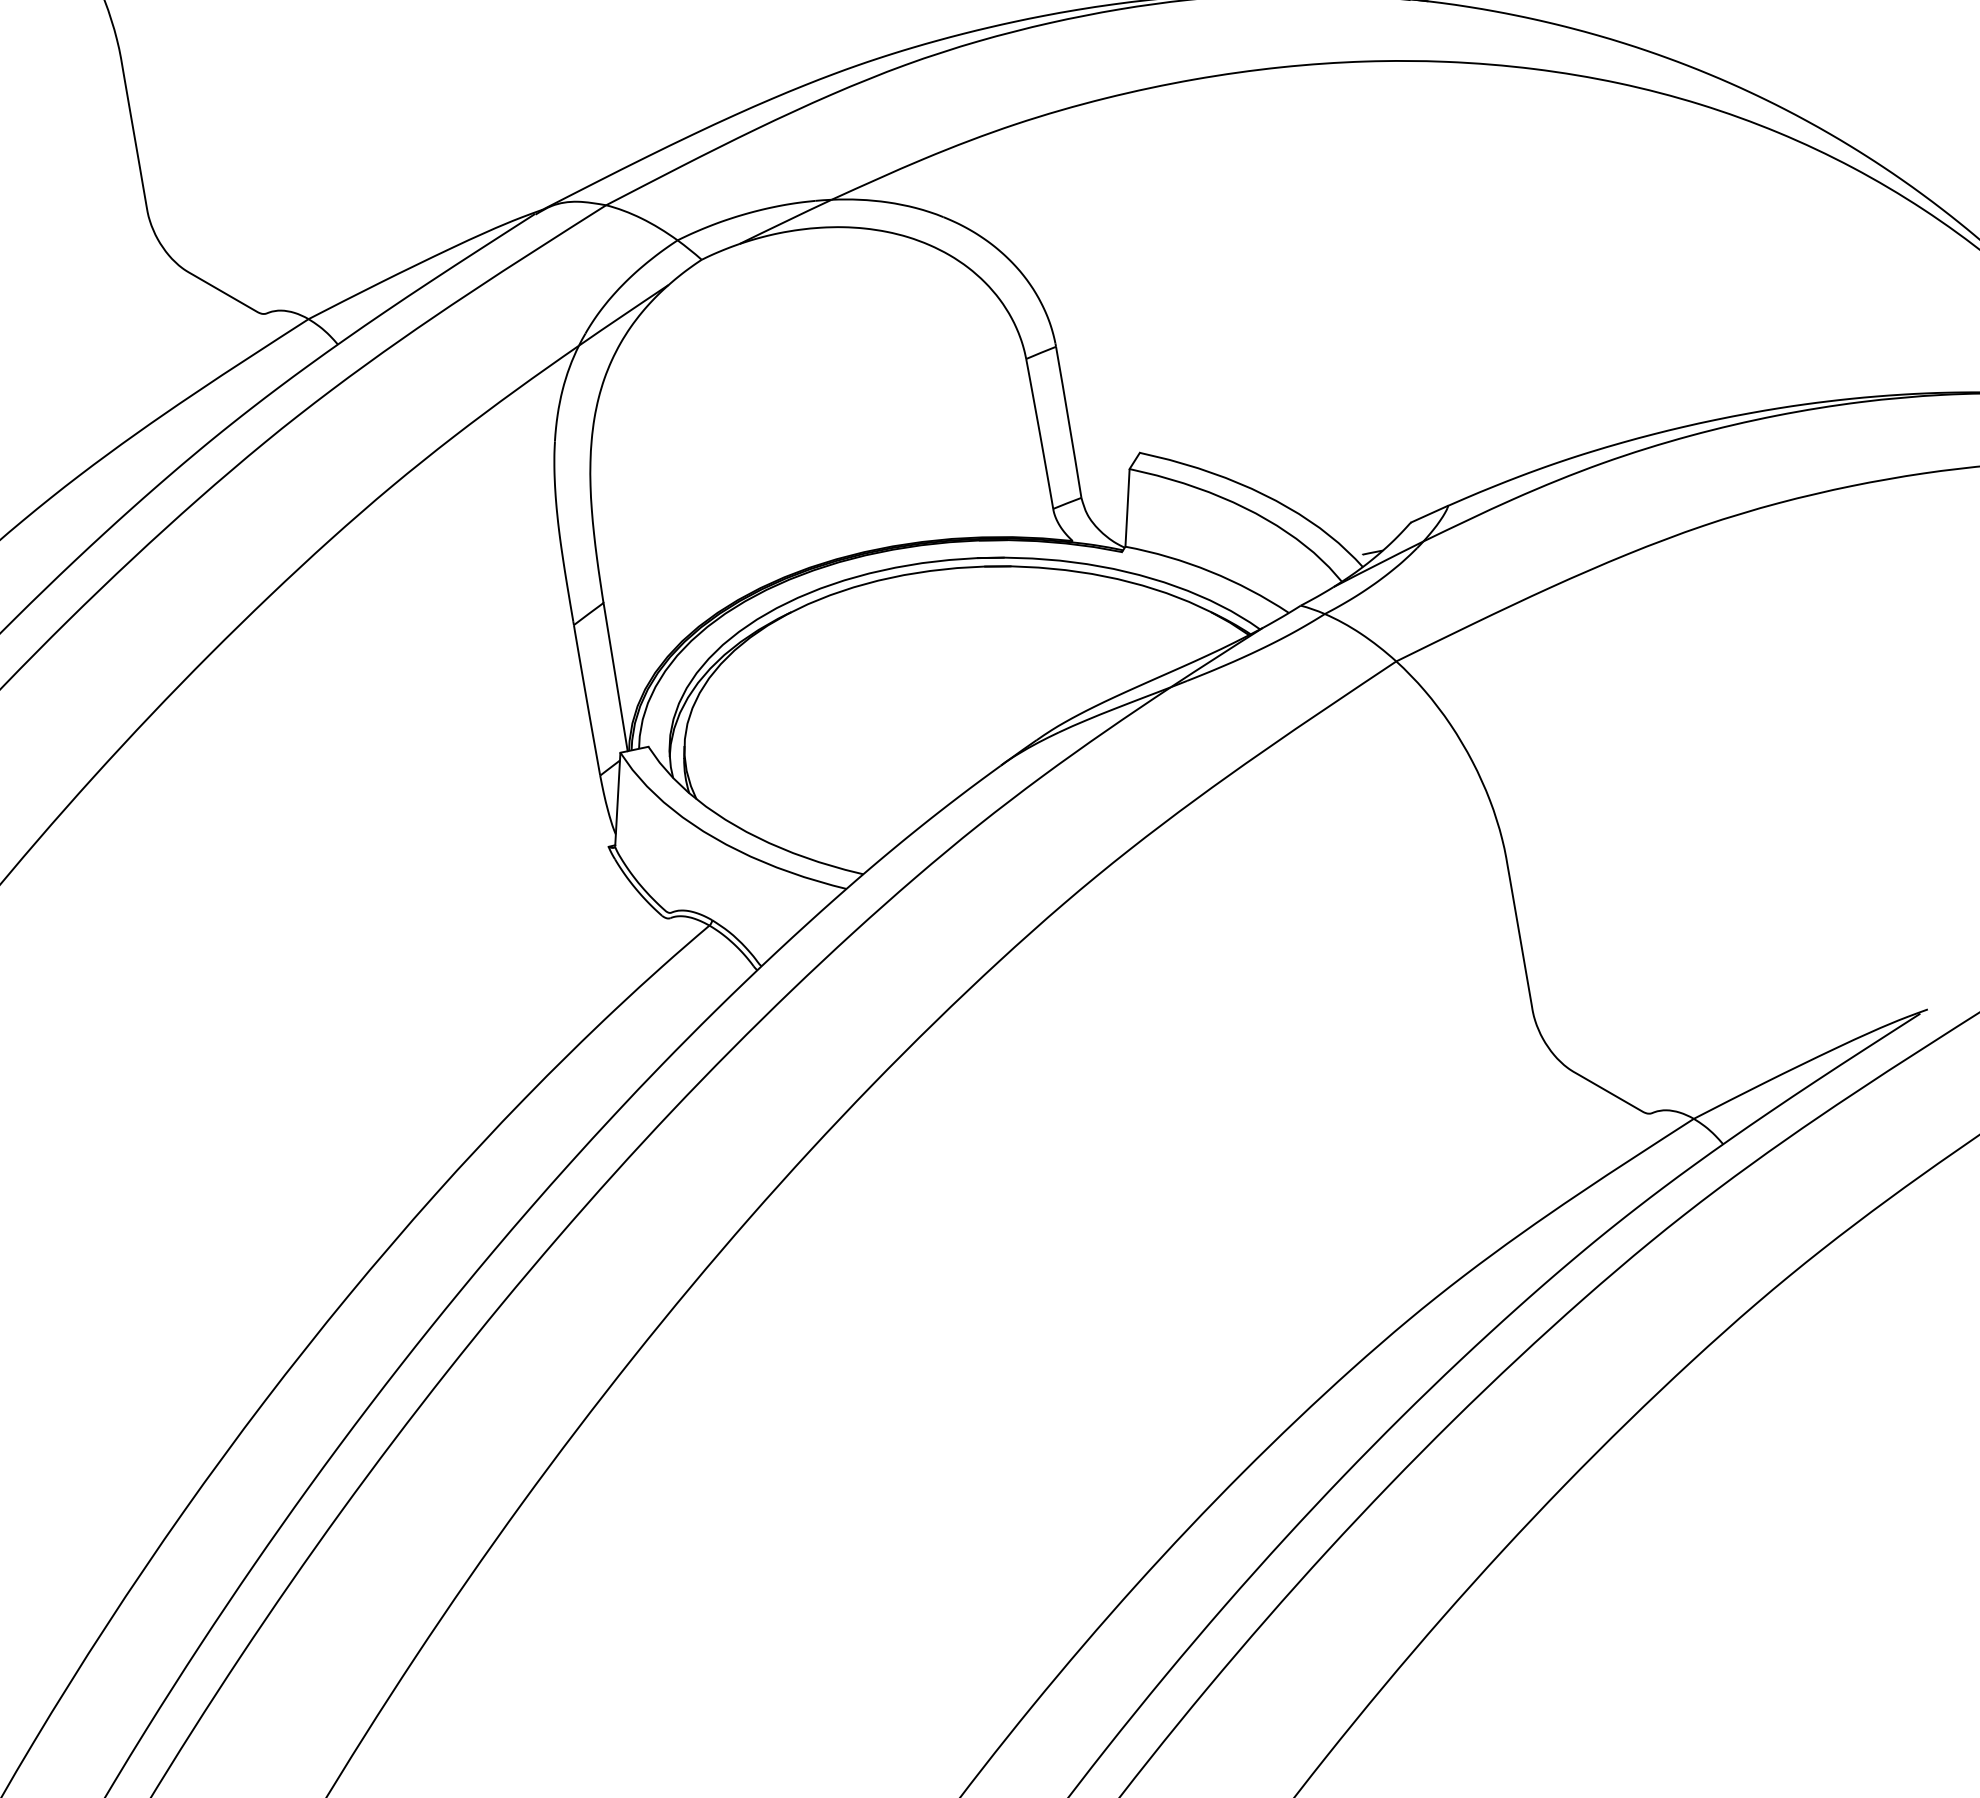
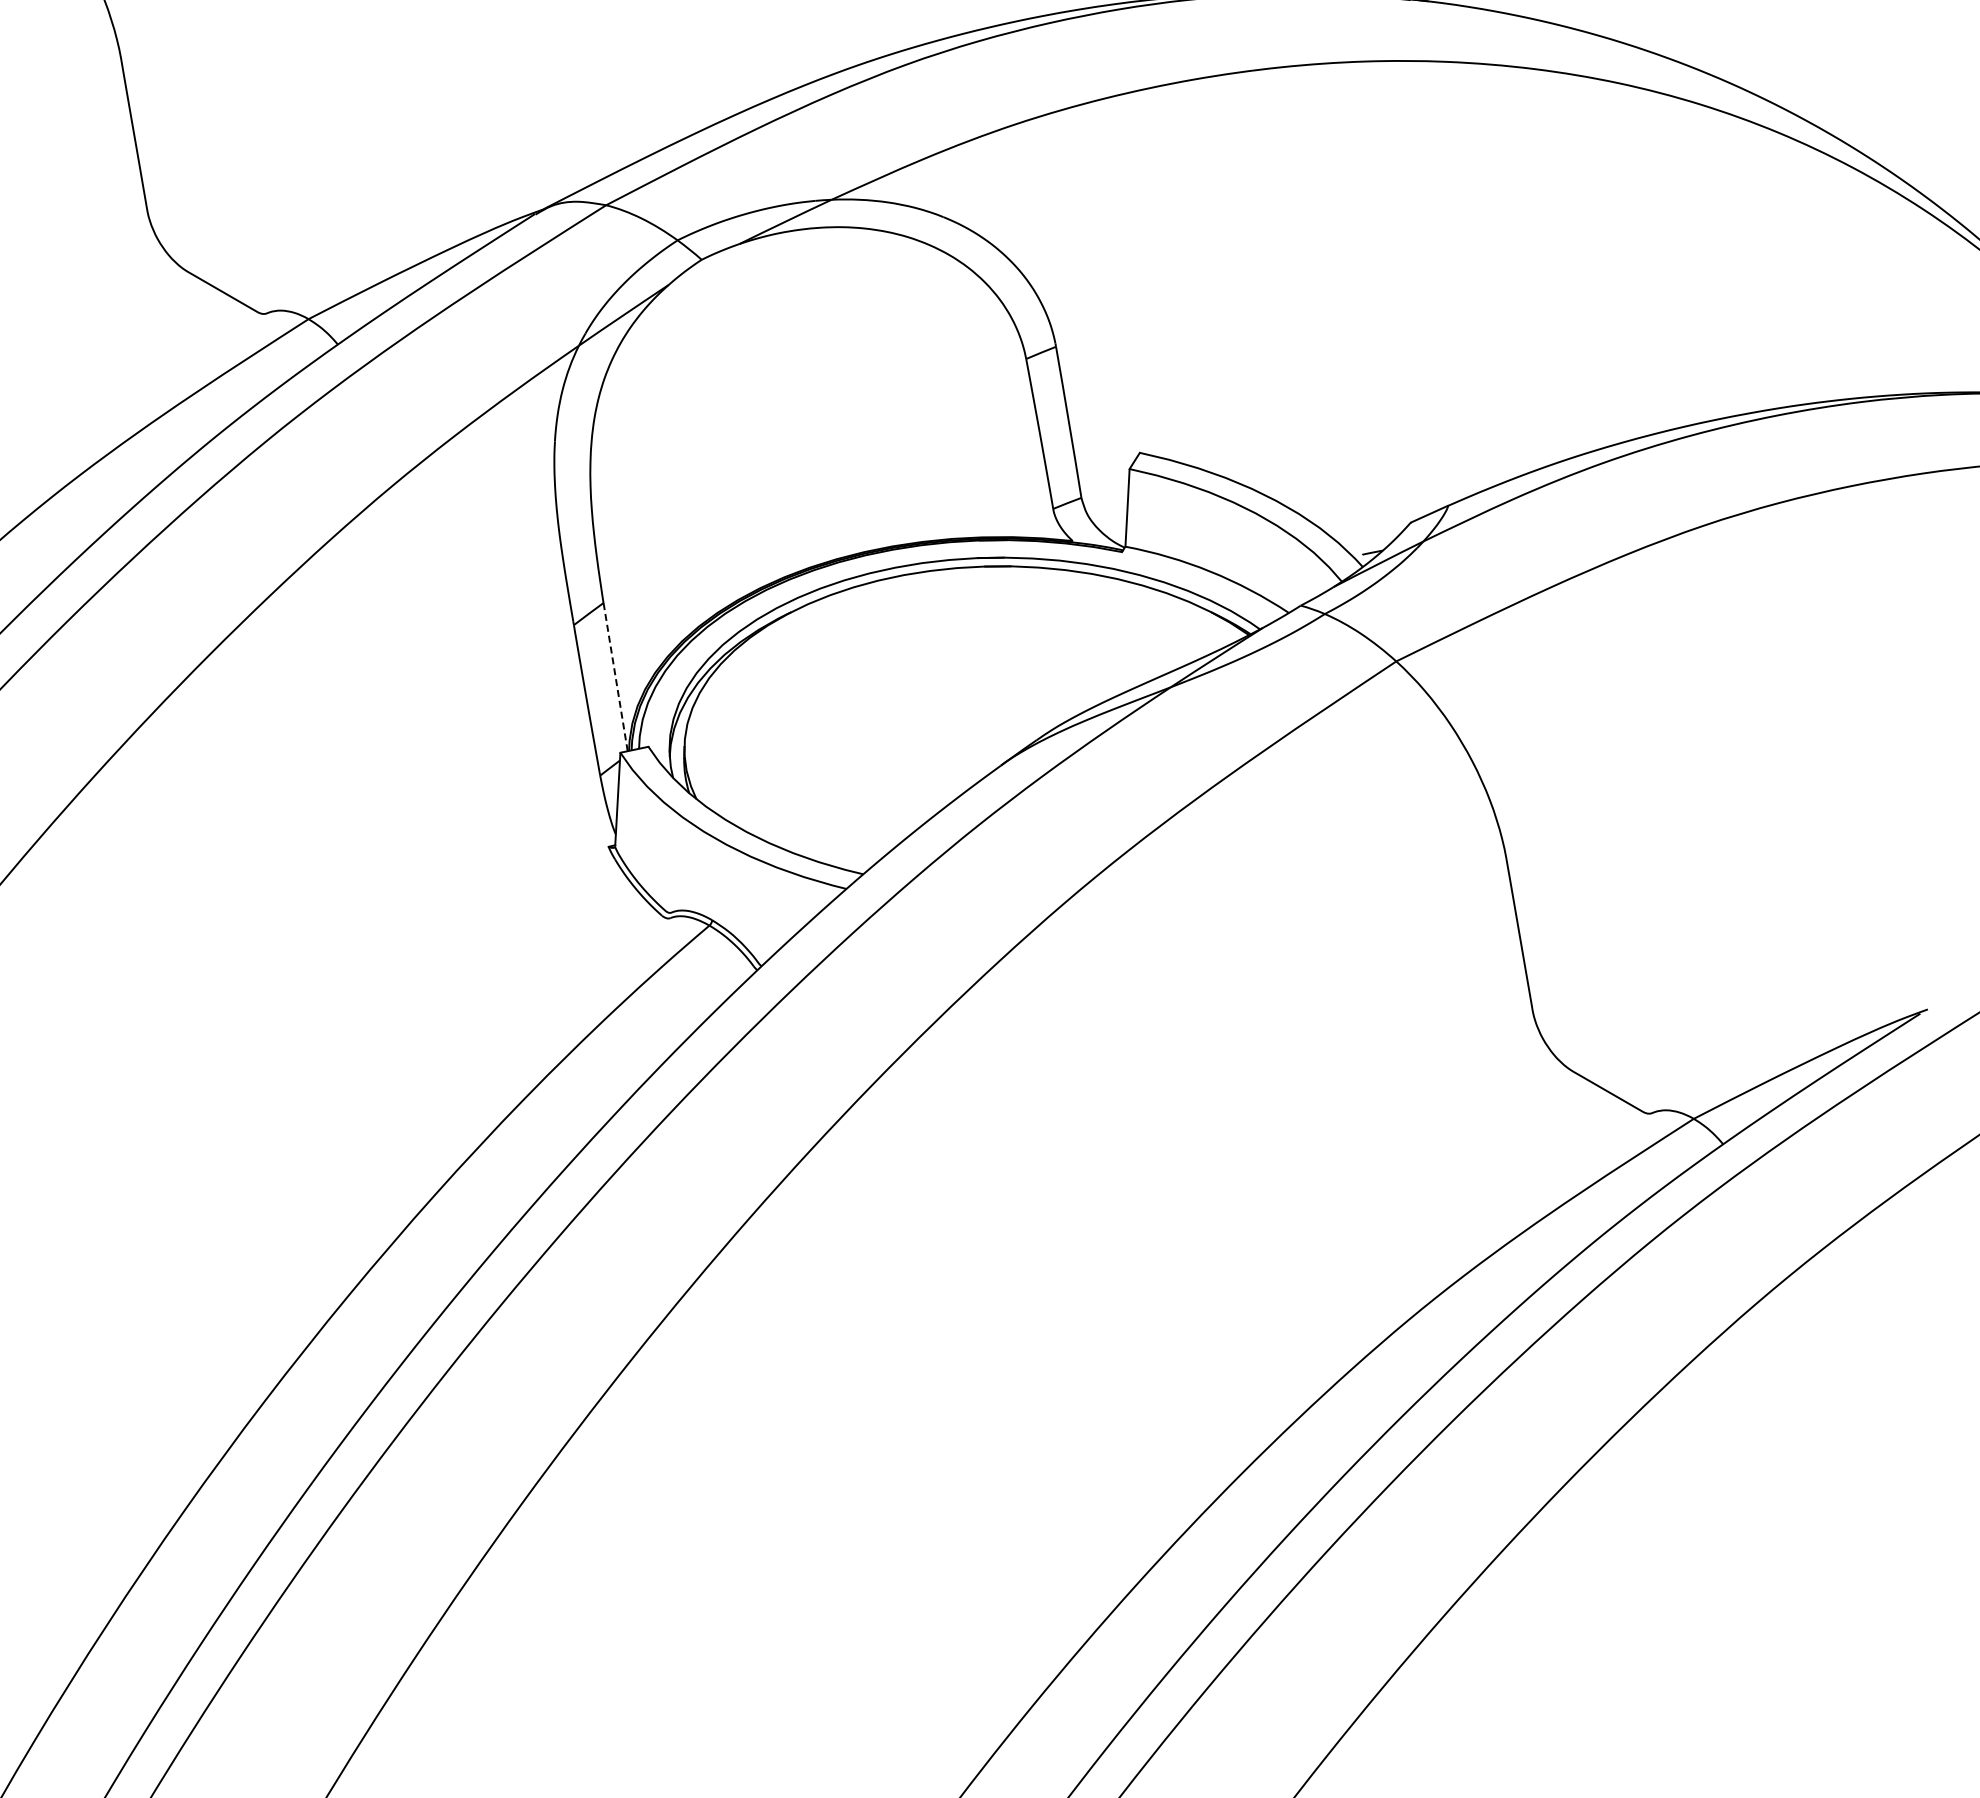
line at (615, 676): solid -> dashed
